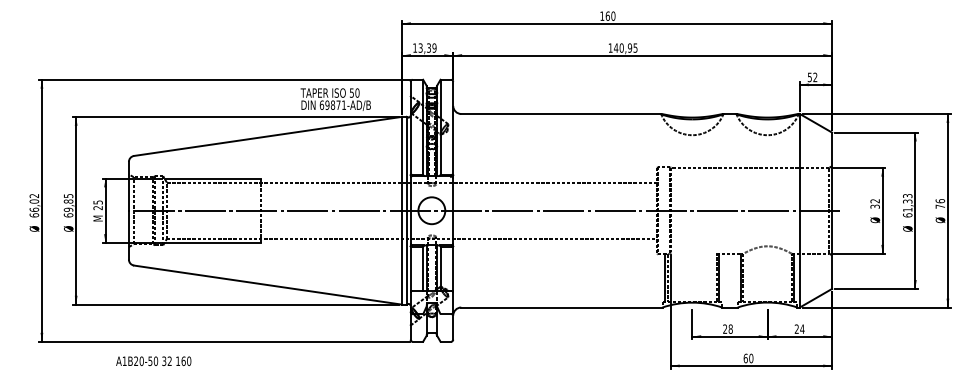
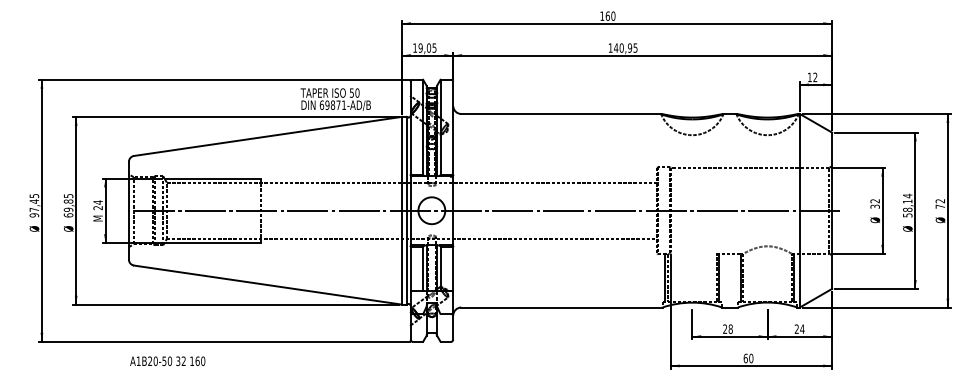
text at (427, 47): 13,39 -> 19,05
text at (809, 77): 52 -> 12
text at (939, 201): 76 -> 72
text at (97, 202): 25 -> 24
text at (34, 205): 66,02 -> 97,45
text at (907, 205): 61,33 -> 58,14
text at (153, 361) position: (153, 361) -> (167, 361)
